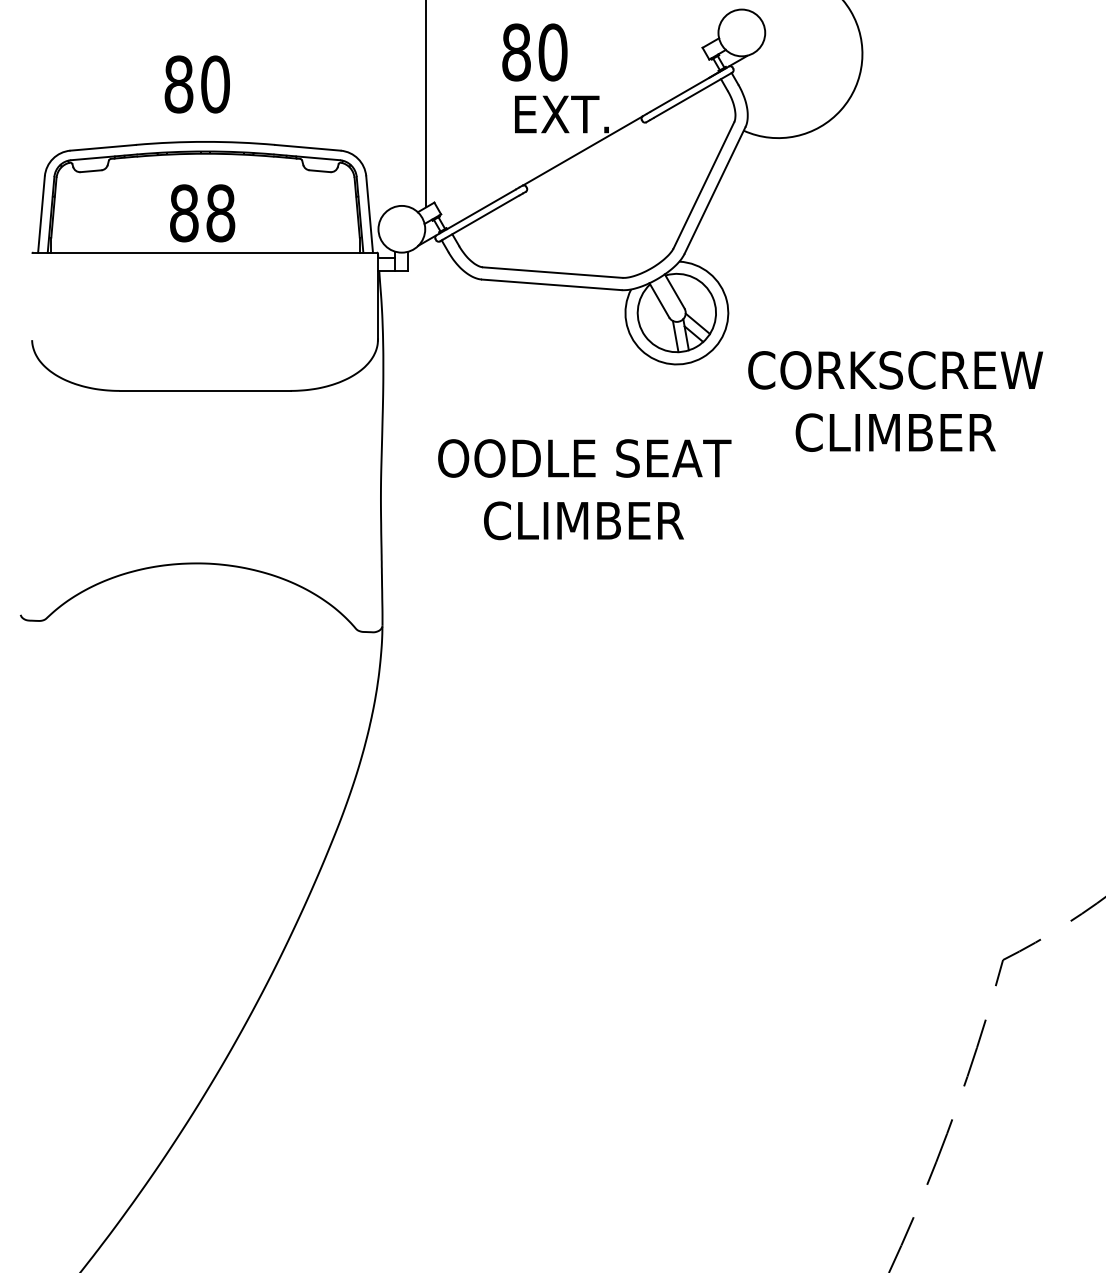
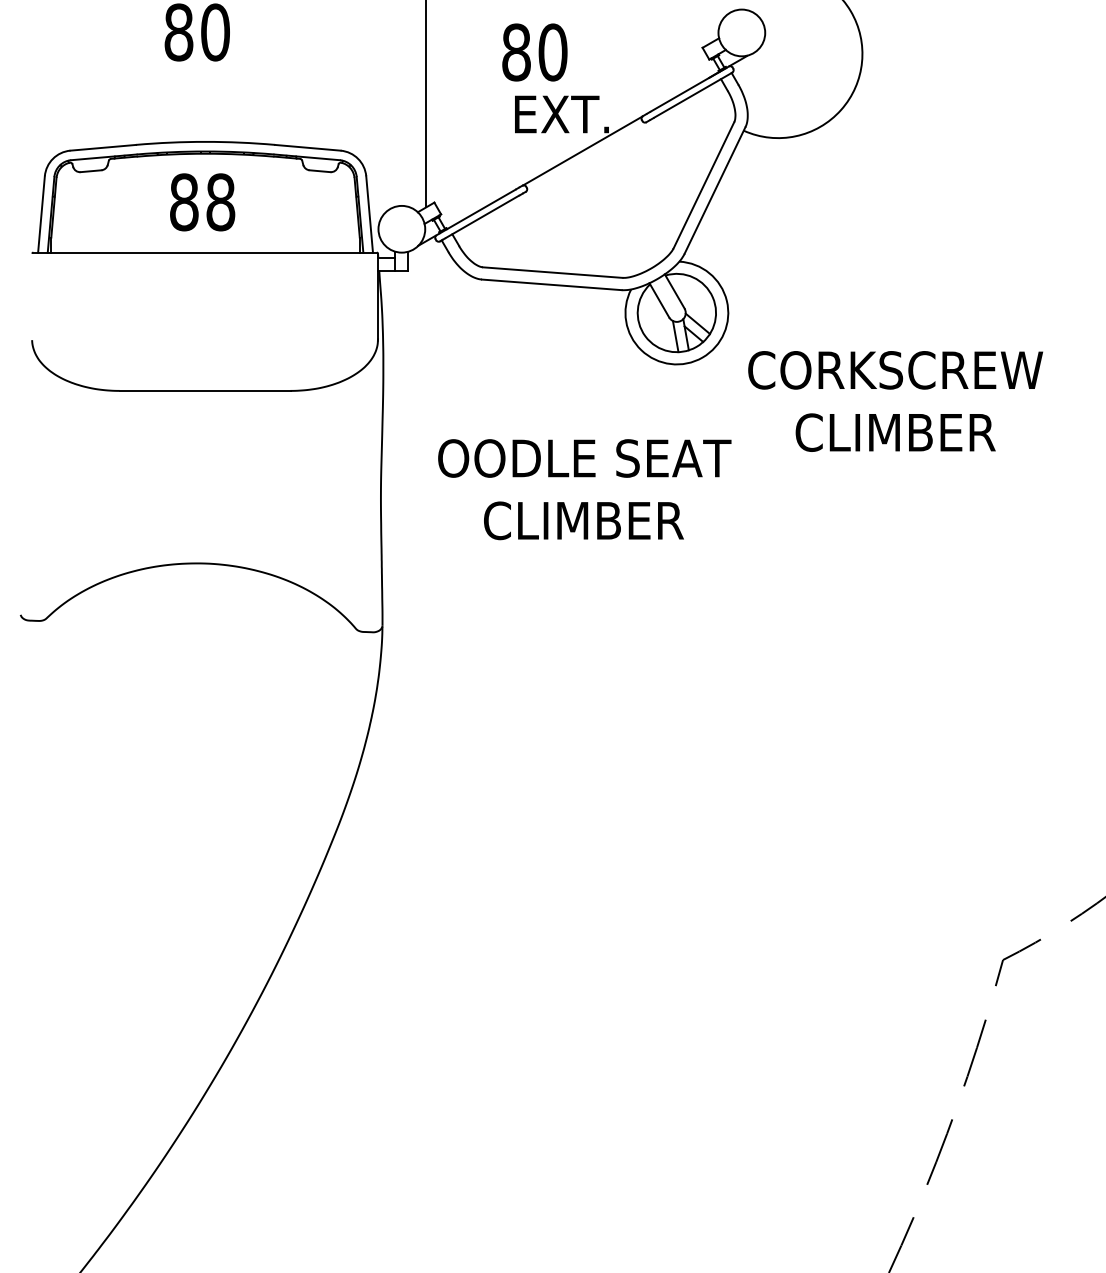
text at (196, 84) position: (196, 84) -> (196, 32)
text at (202, 213) position: (202, 213) -> (202, 202)
